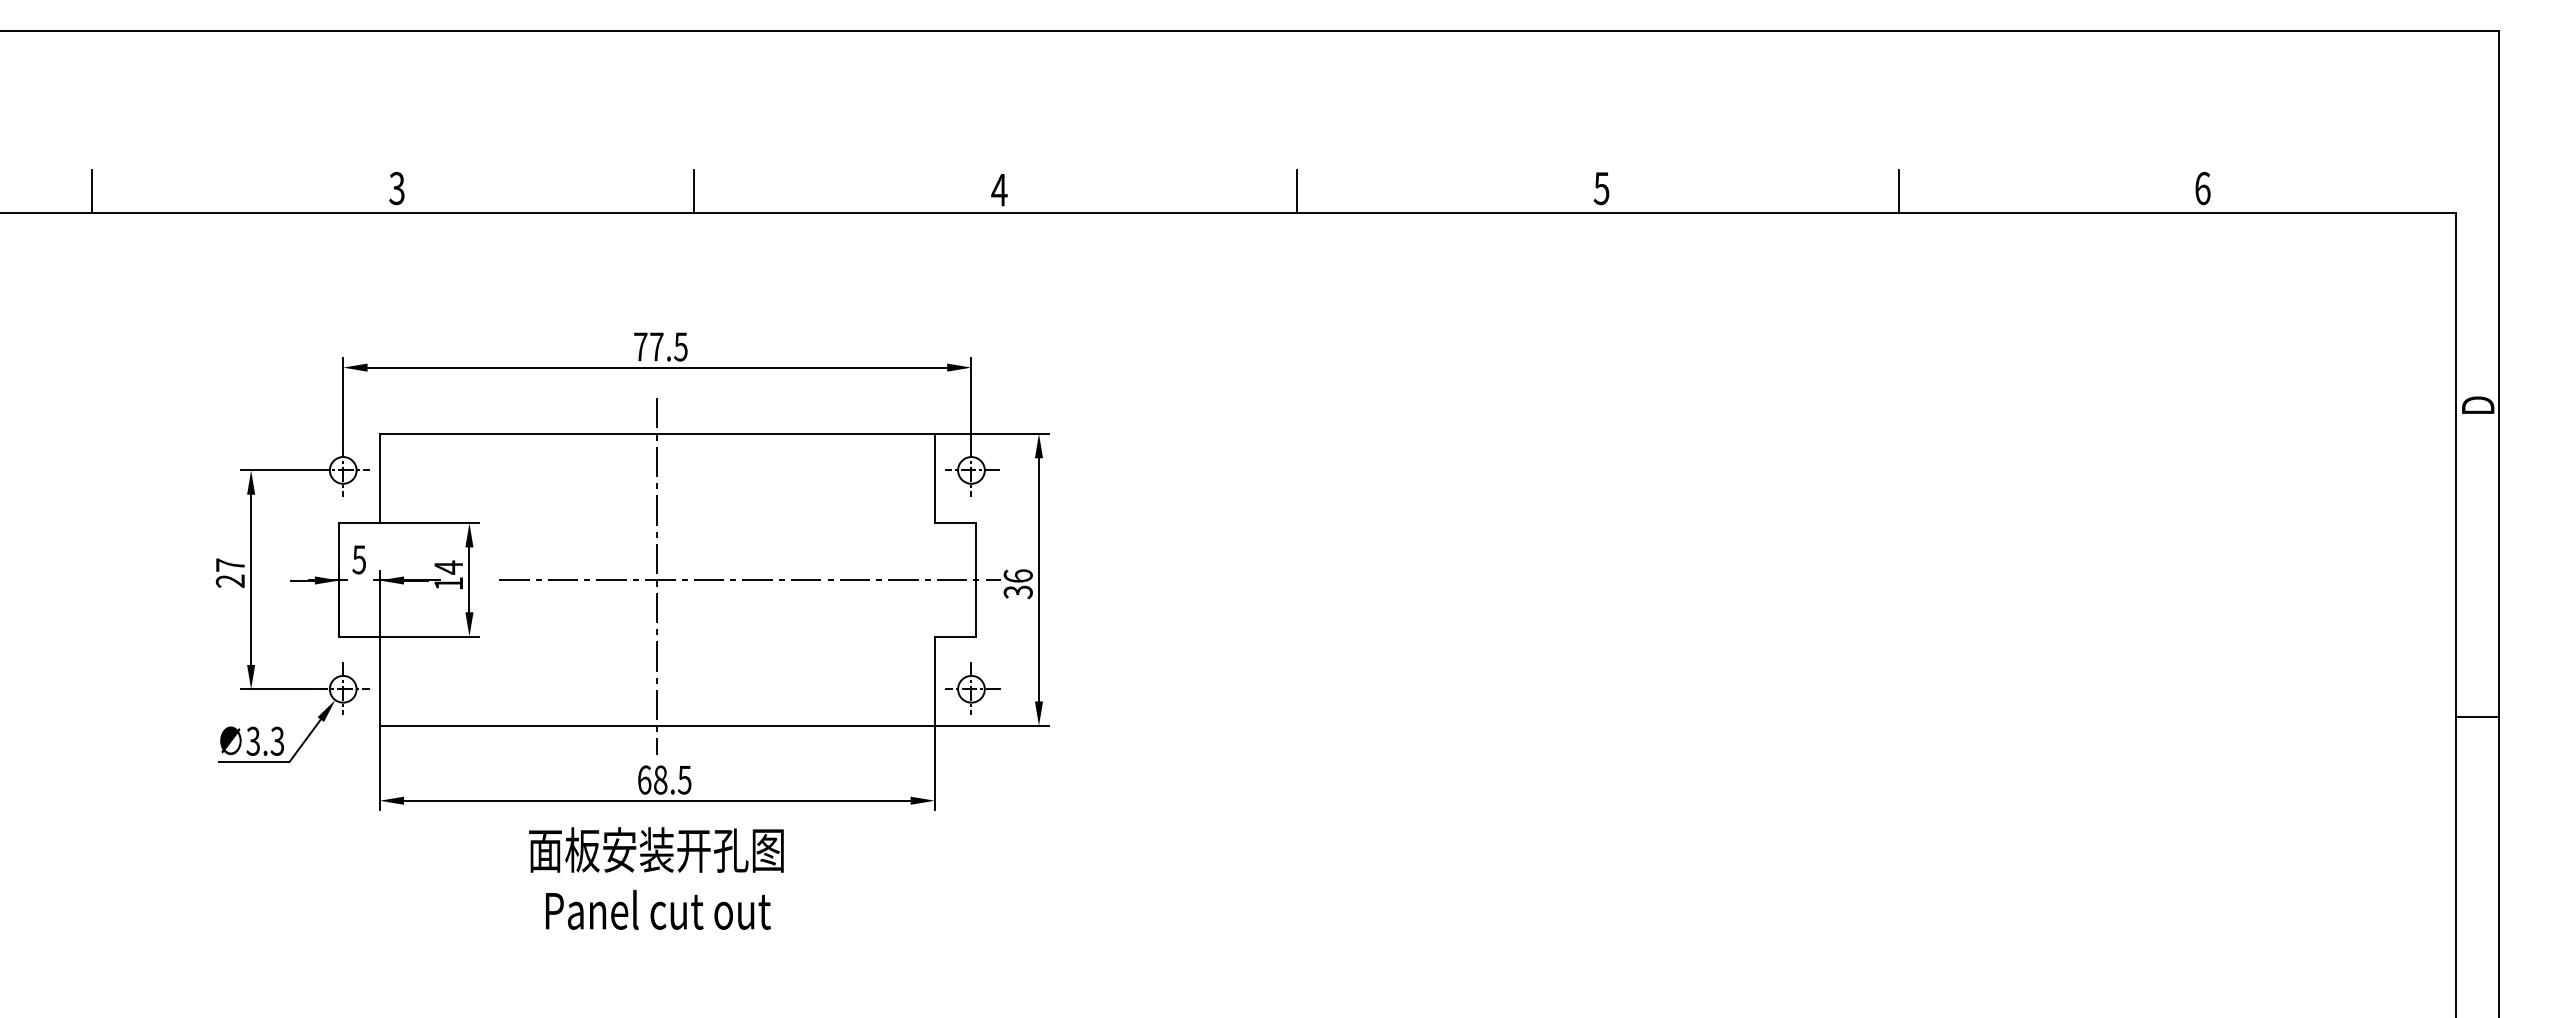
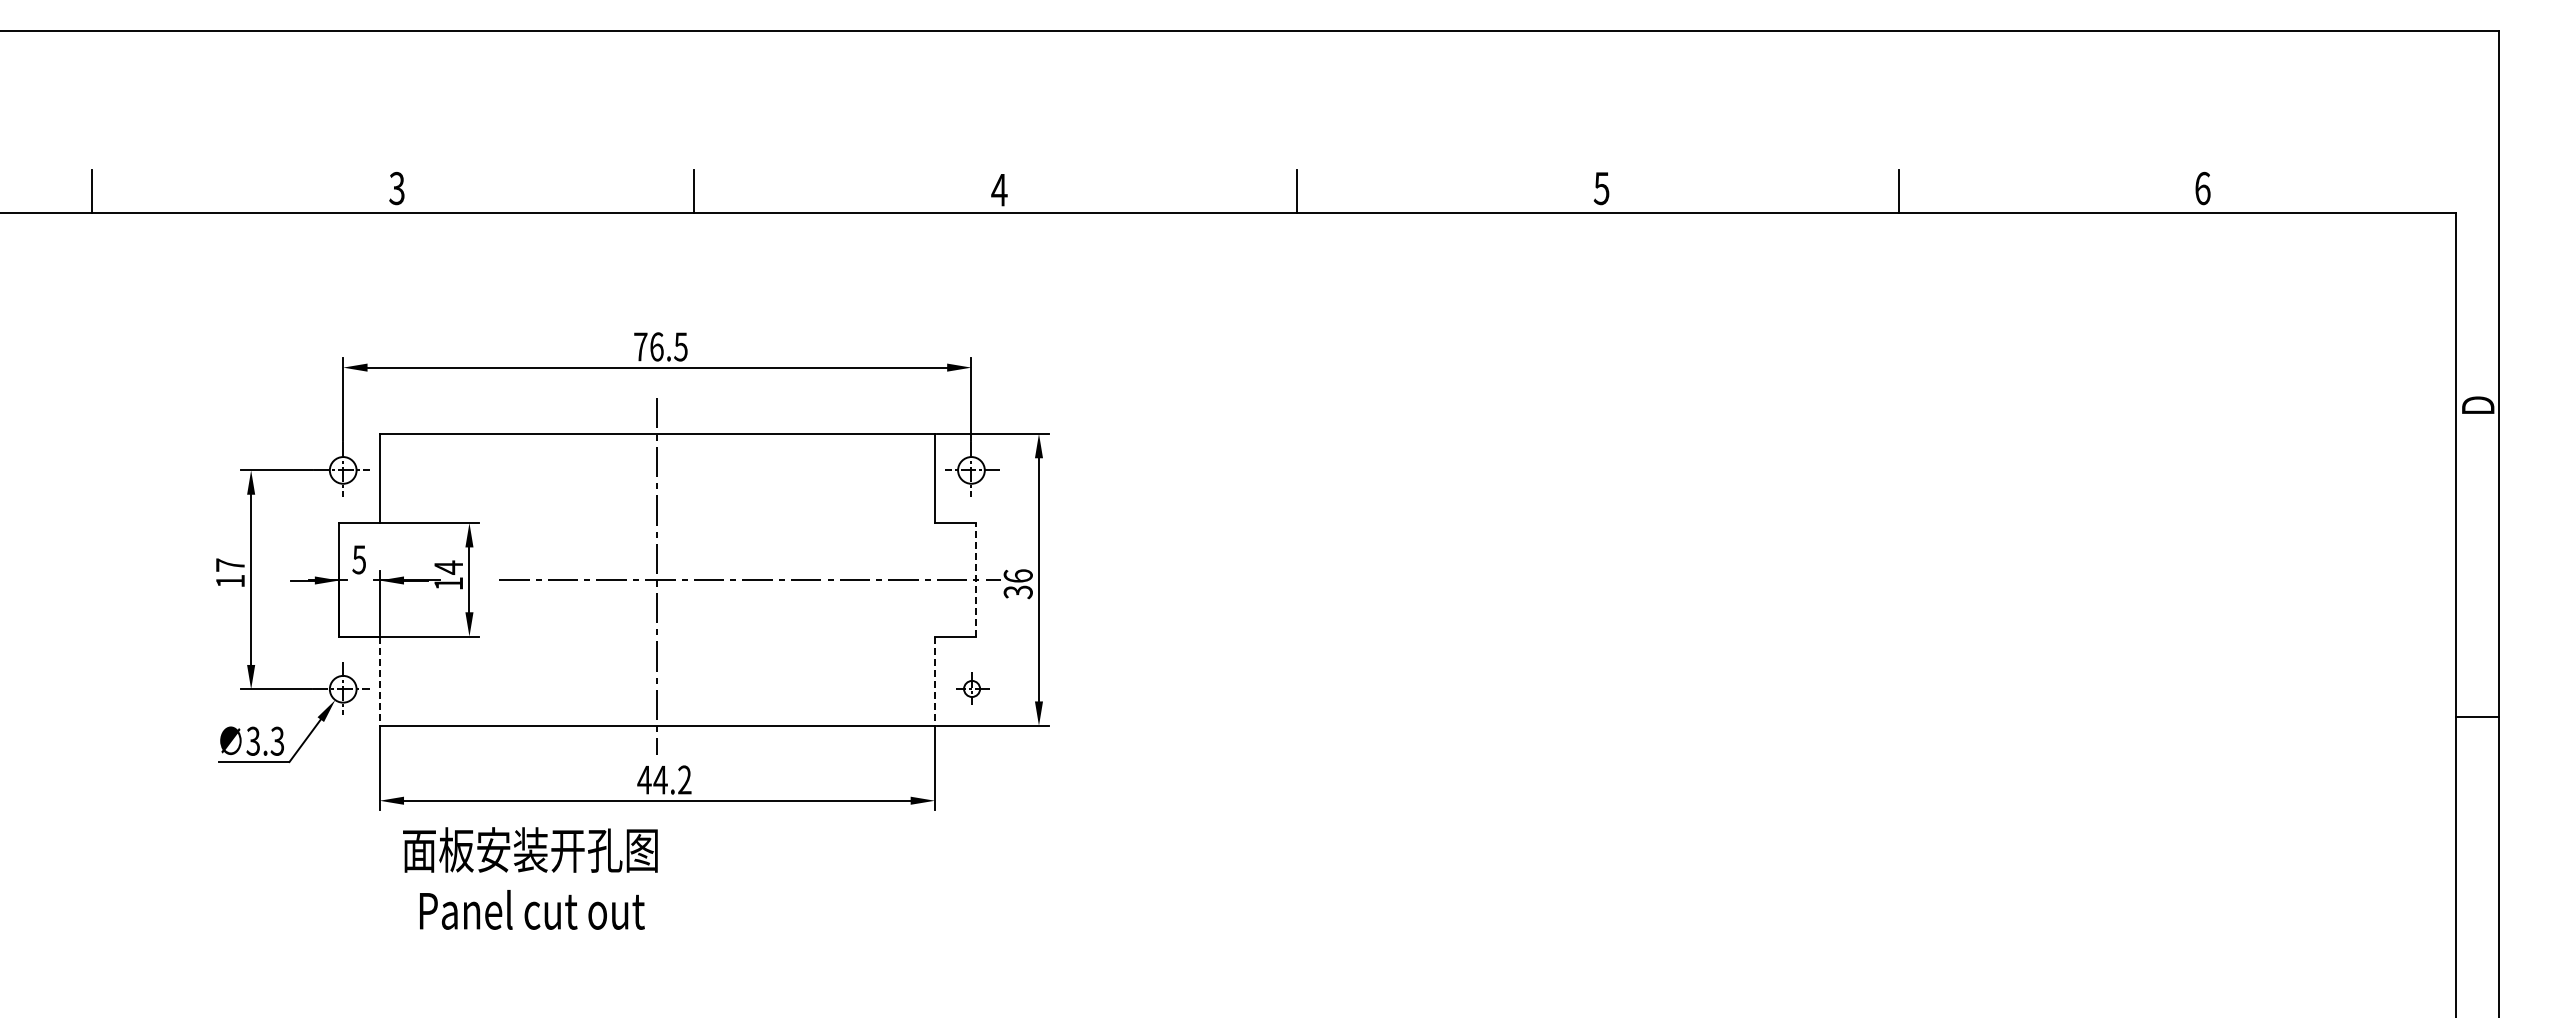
text at (656, 346): 77.5 -> 76.5
line at (975, 579): solid -> dashed
text at (229, 580): 27 -> 17
line at (379, 681): solid -> dashed
line at (934, 681): solid -> dashed
part at (972, 688) size: 56x53 px -> 34x33 px
text at (664, 779): 68.5 -> 44.2
text at (656, 878) position: (656, 878) -> (530, 878)
